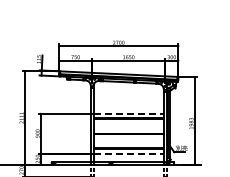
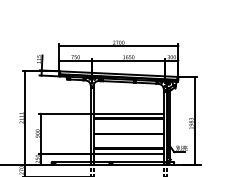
line at (129, 113): dashed -> solid
line at (129, 153): dashed -> solid
